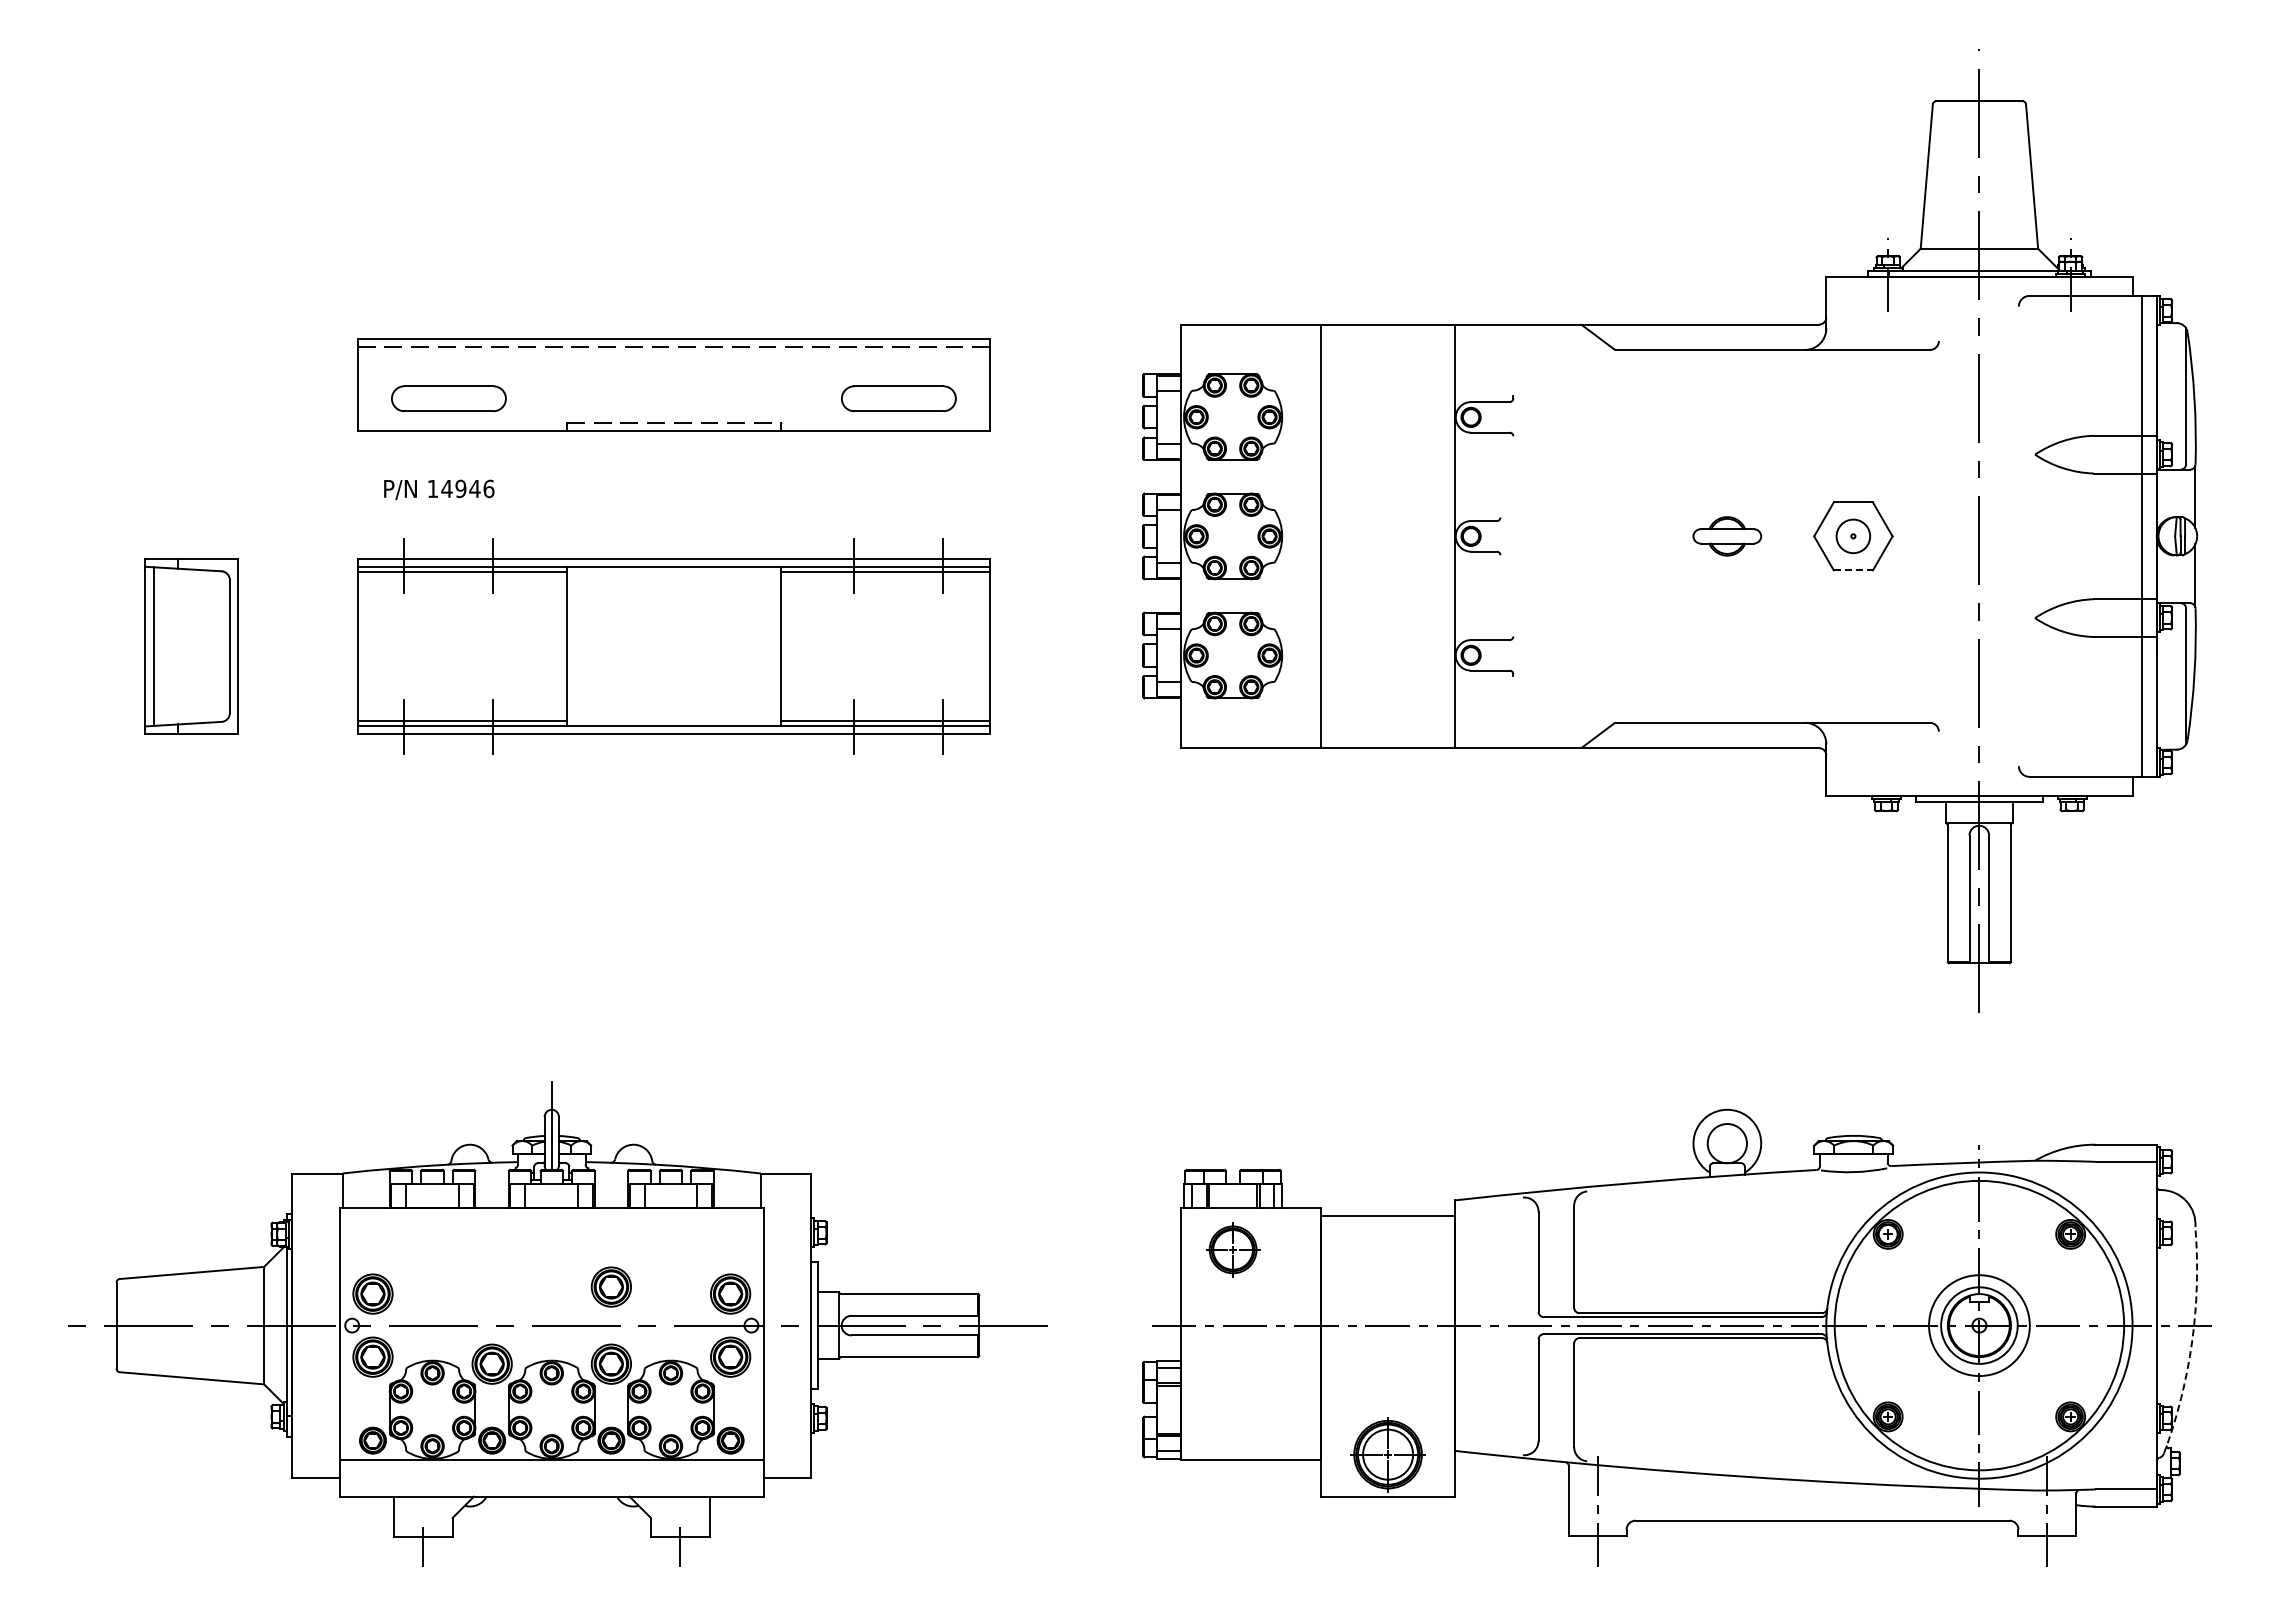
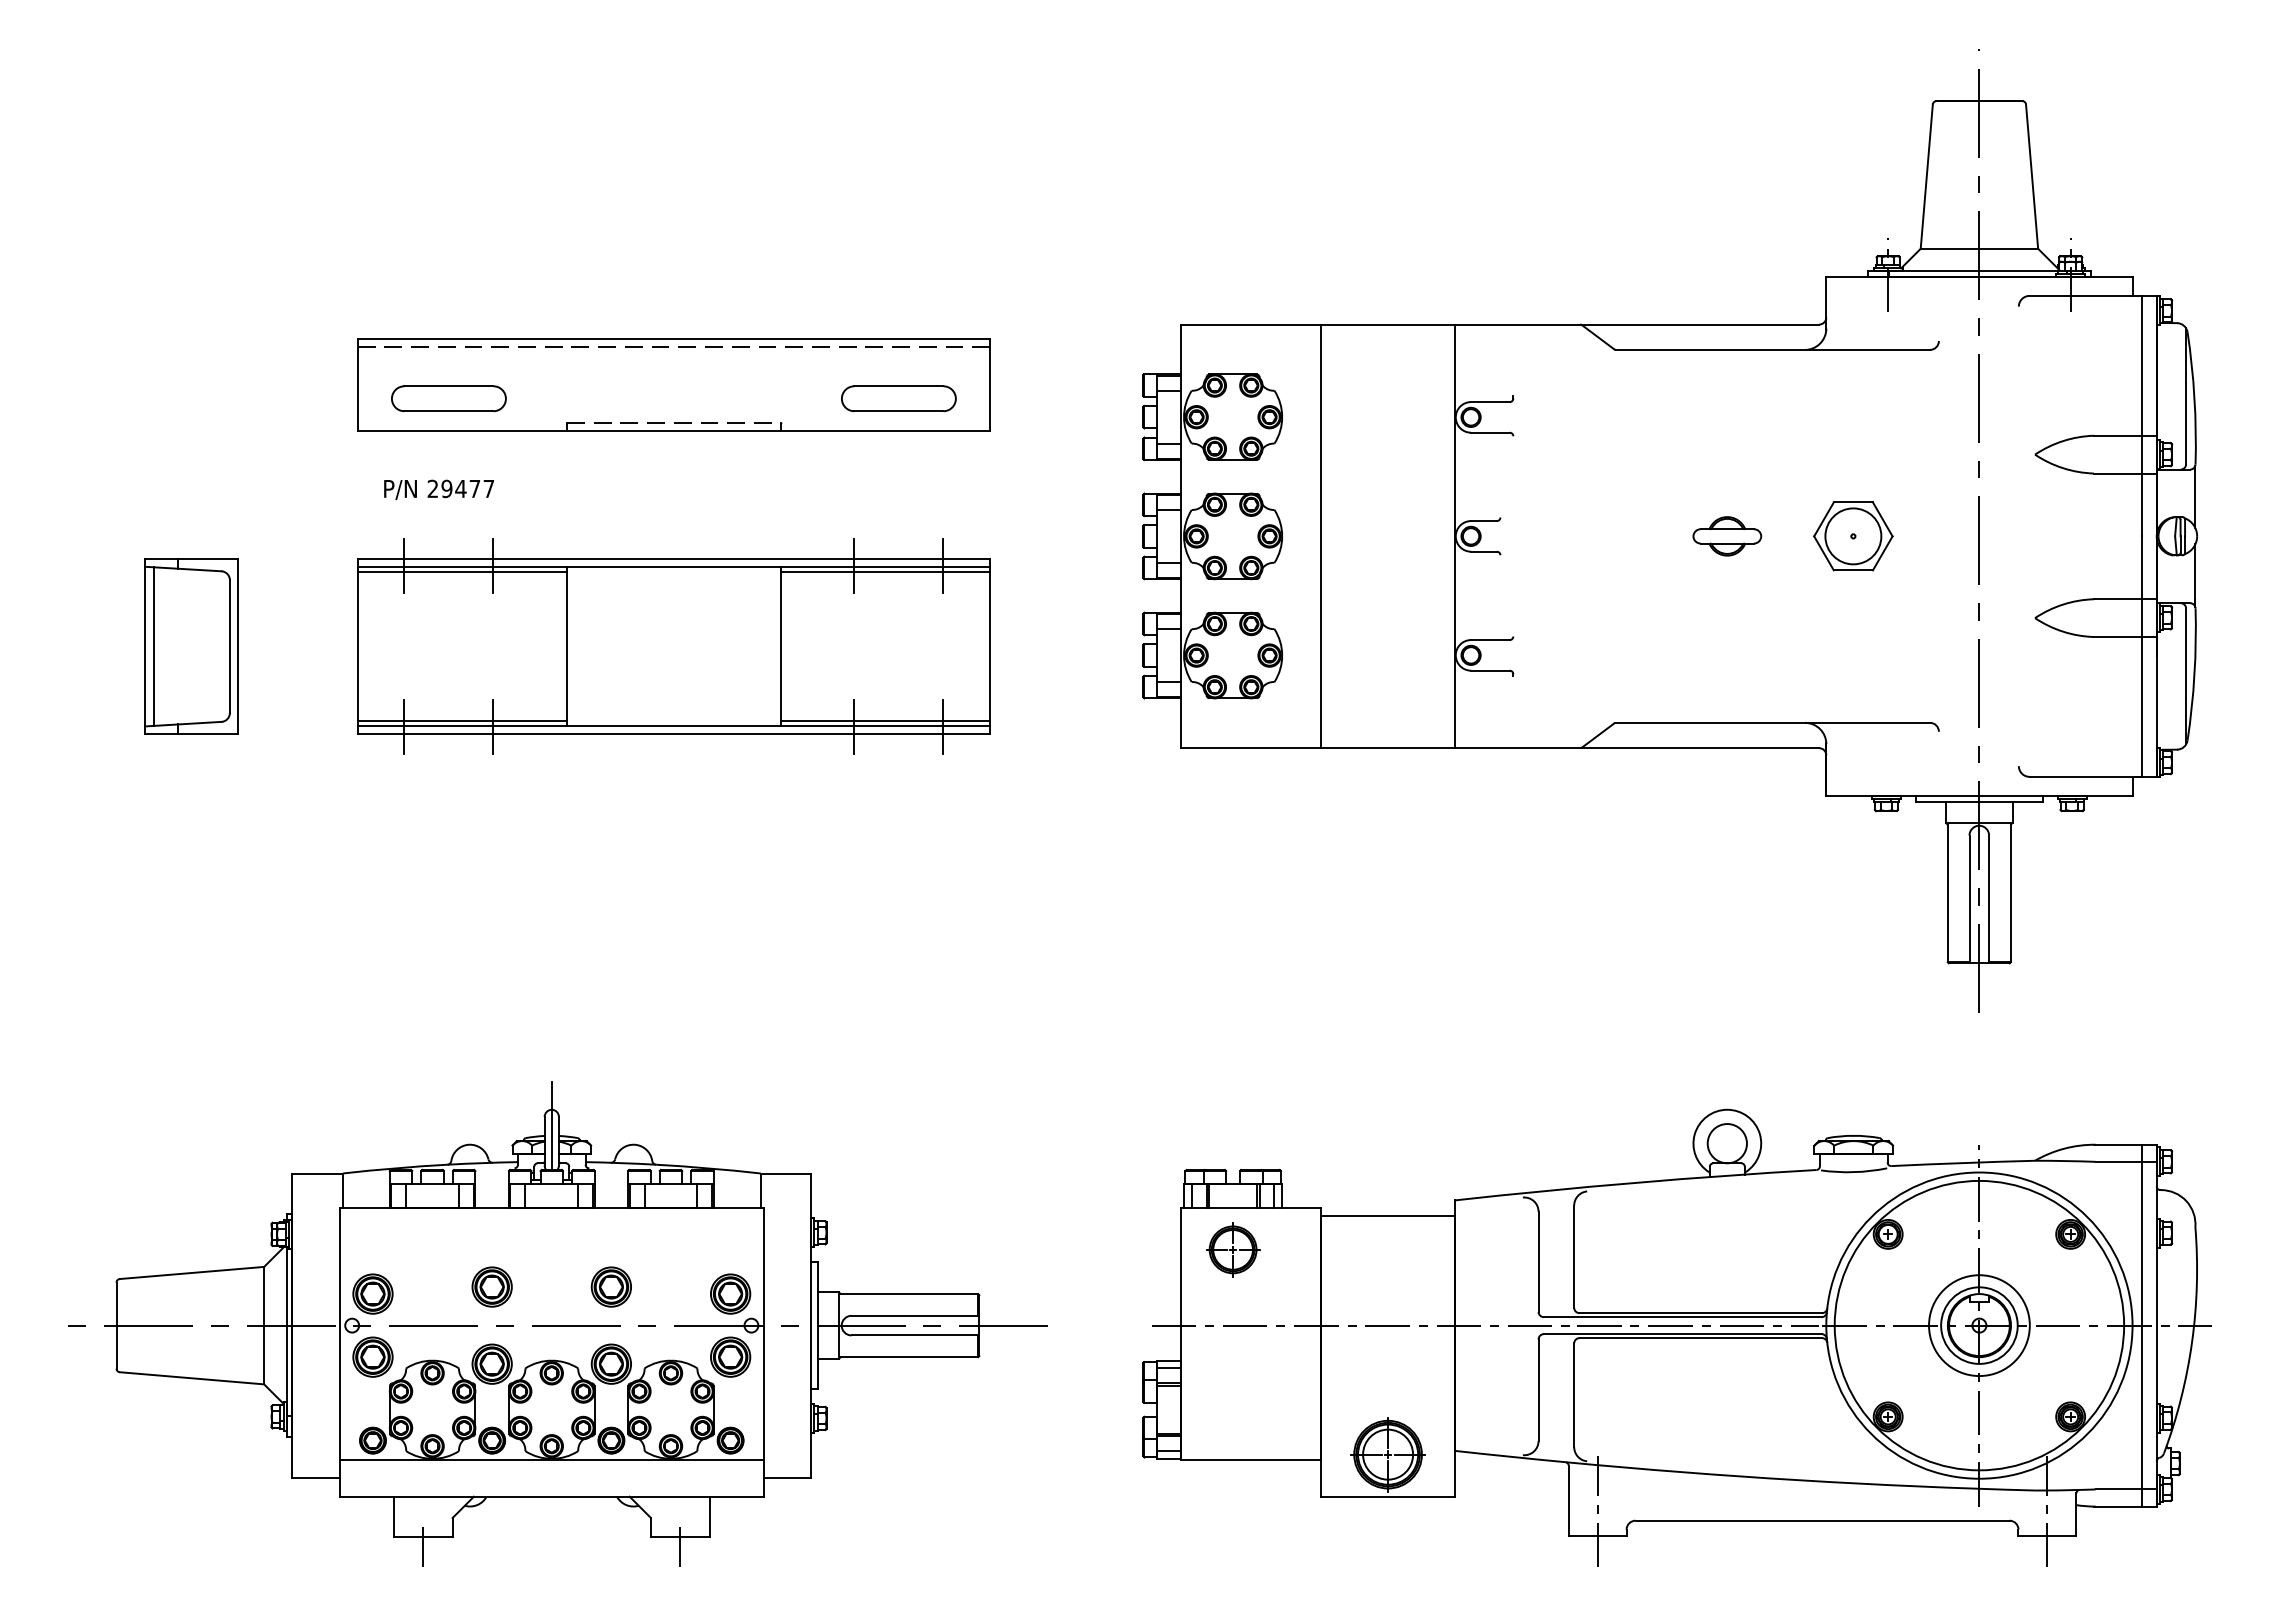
text at (460, 488): 14946 -> 29477
circle at (1853, 536) diameter: 34 px -> 56 px
line at (1853, 570): dashed -> solid
part at (491, 1286): none -> present
line at (2141, 1325): none -> present
arc at (2192, 1342): dashed -> solid
